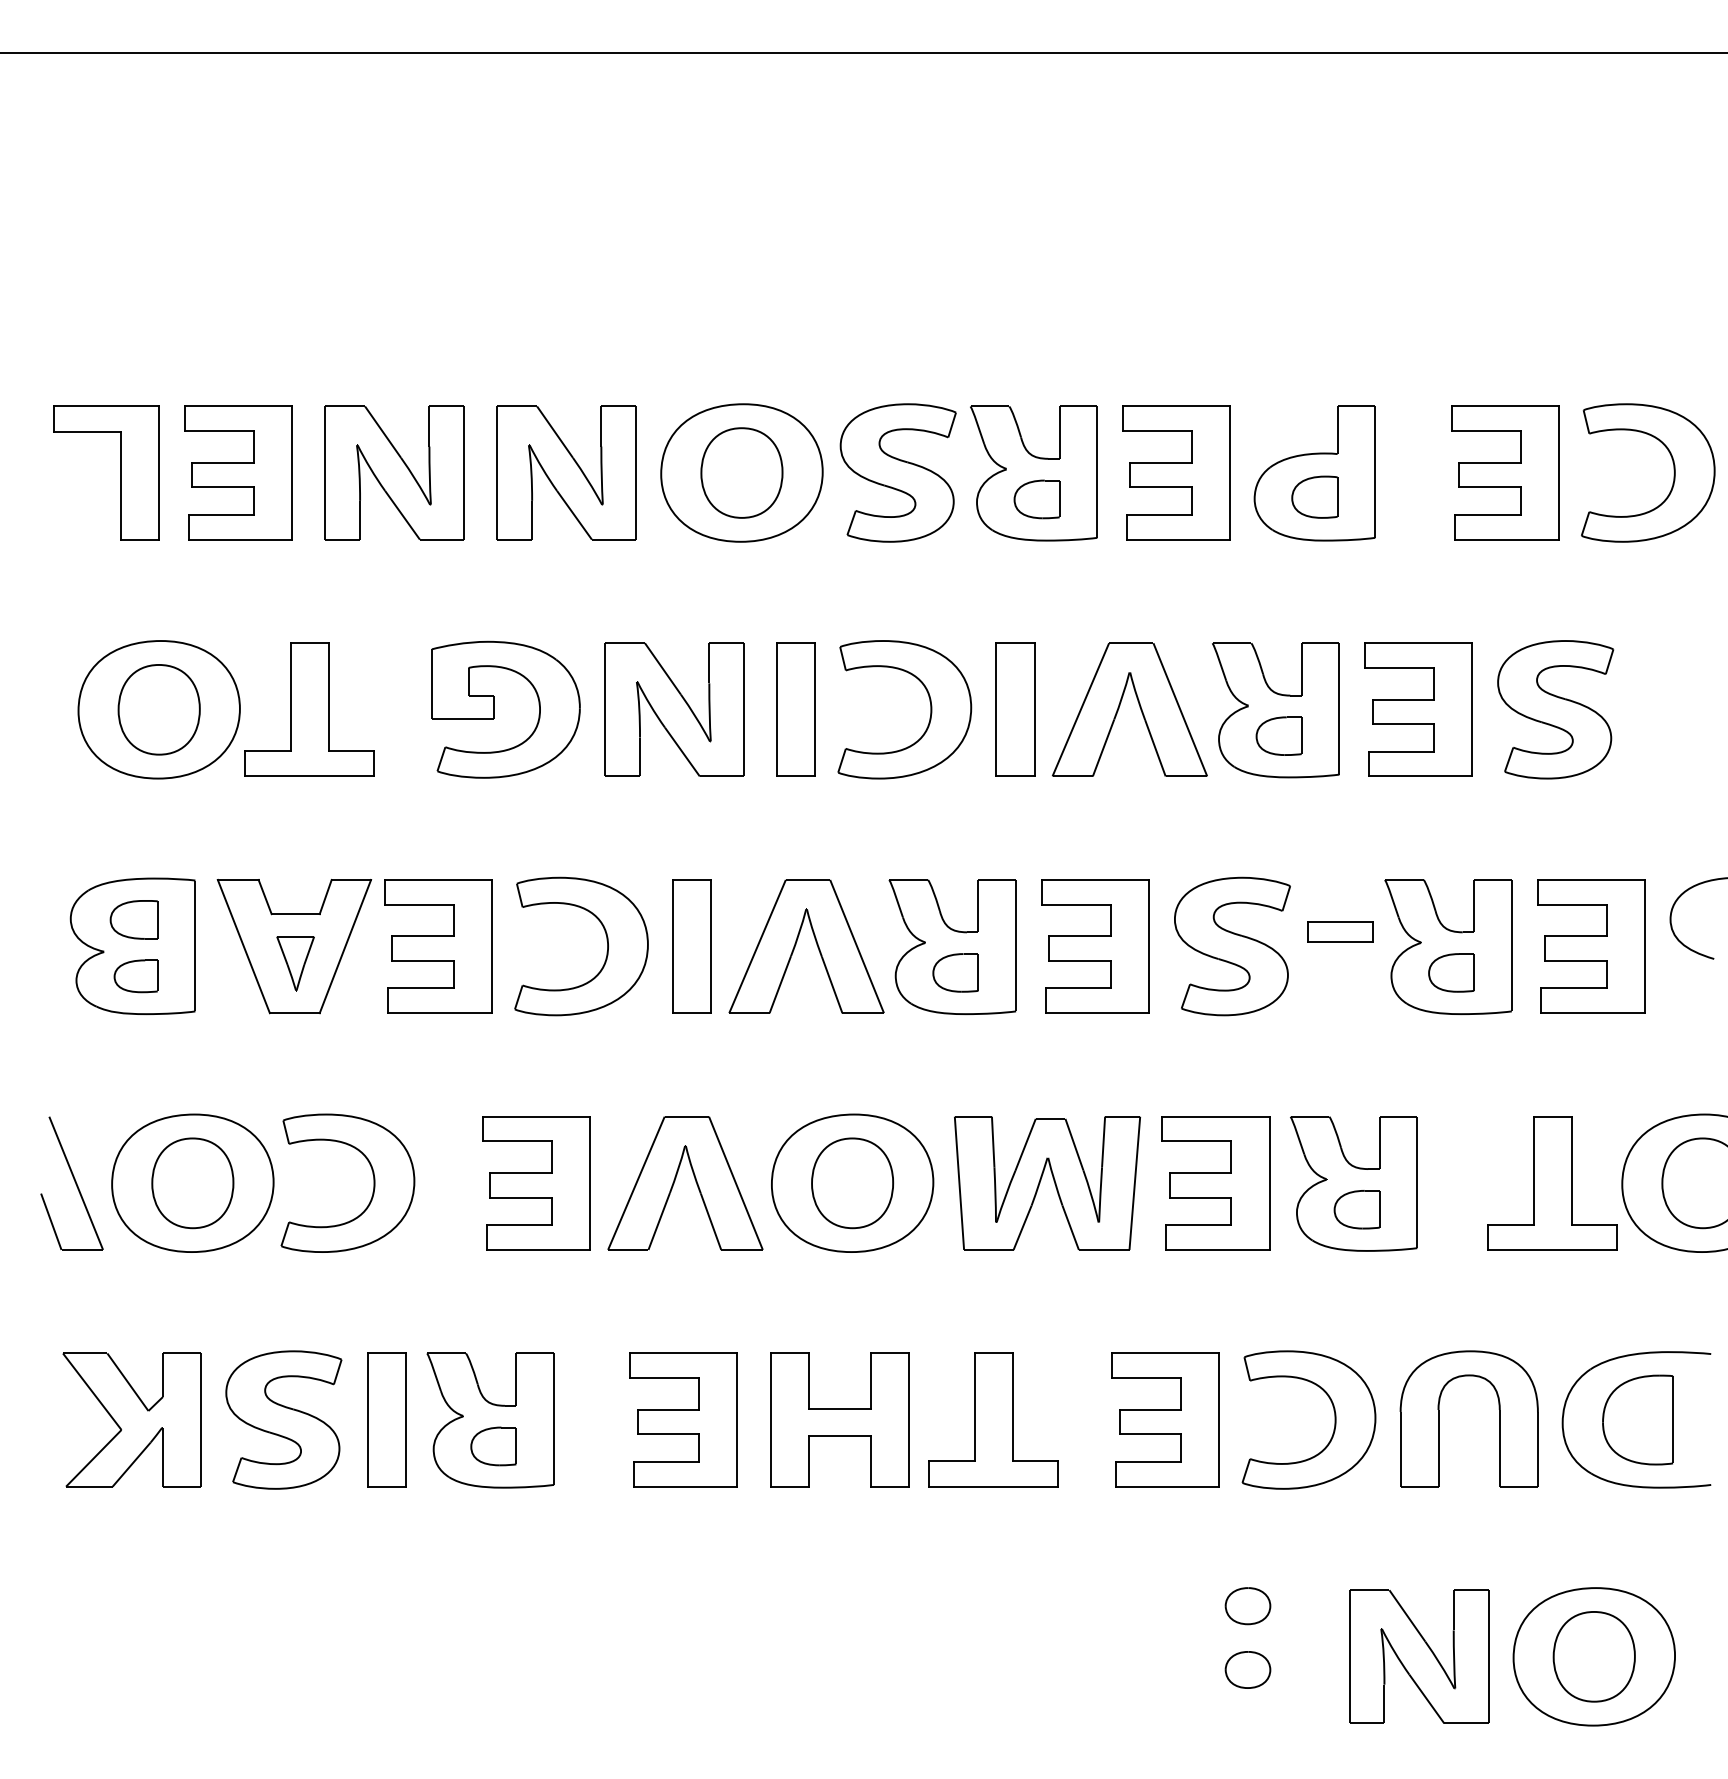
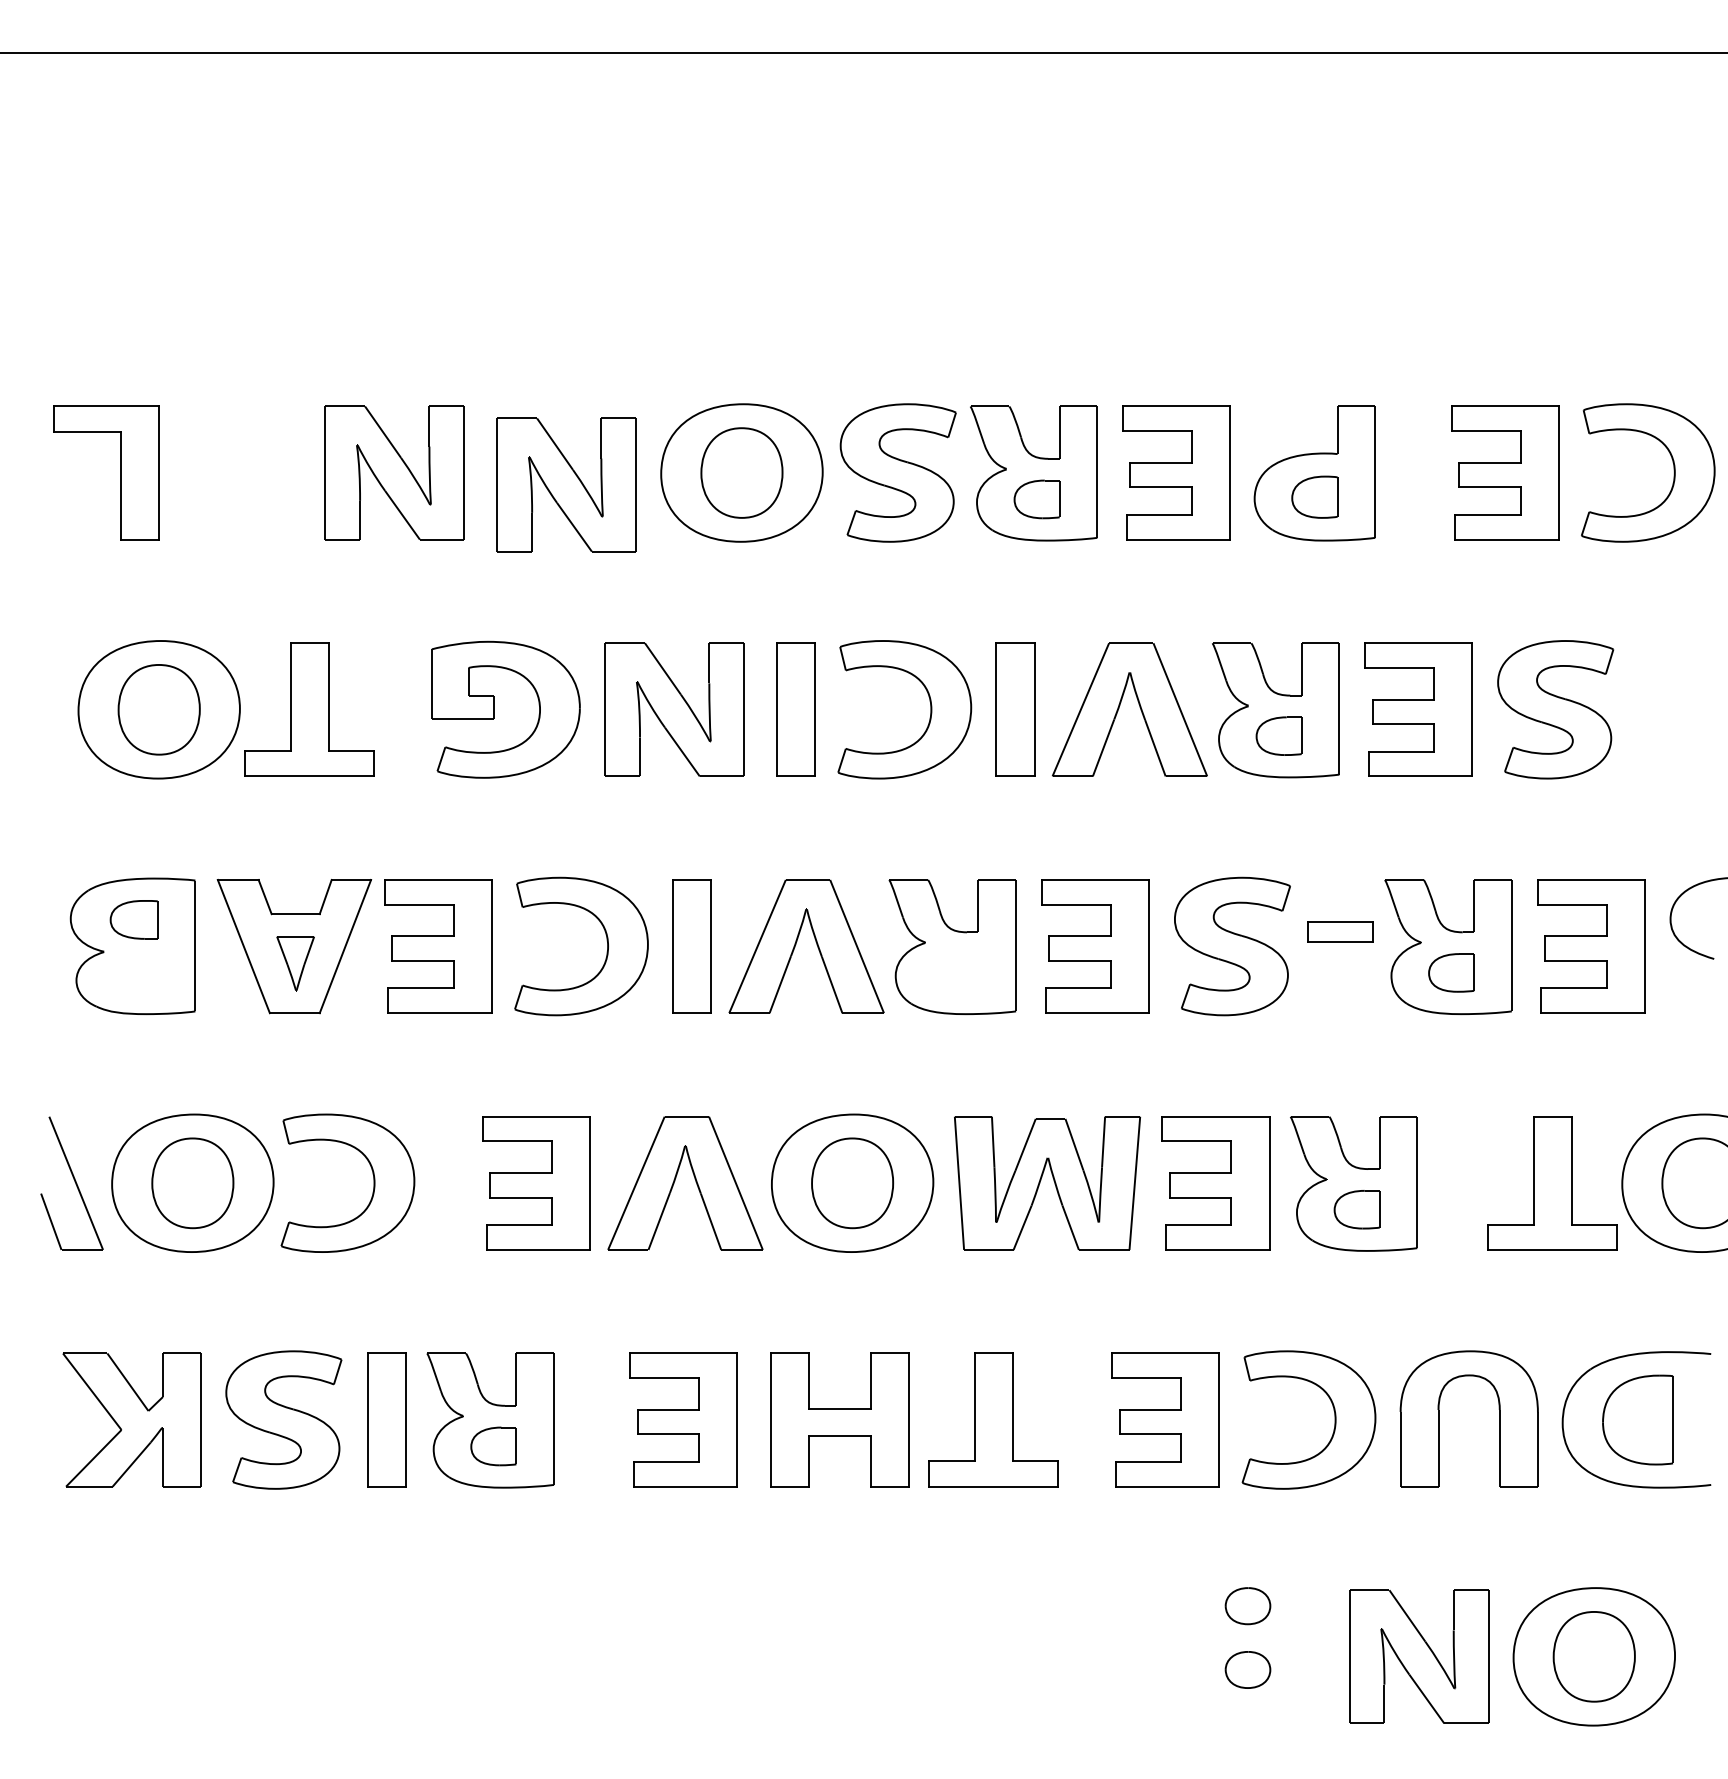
part at (238, 472): present -> none
part at (566, 472) position: (566, 472) -> (566, 484)
part at (955, 972): present -> none
part at (135, 976): present -> none
